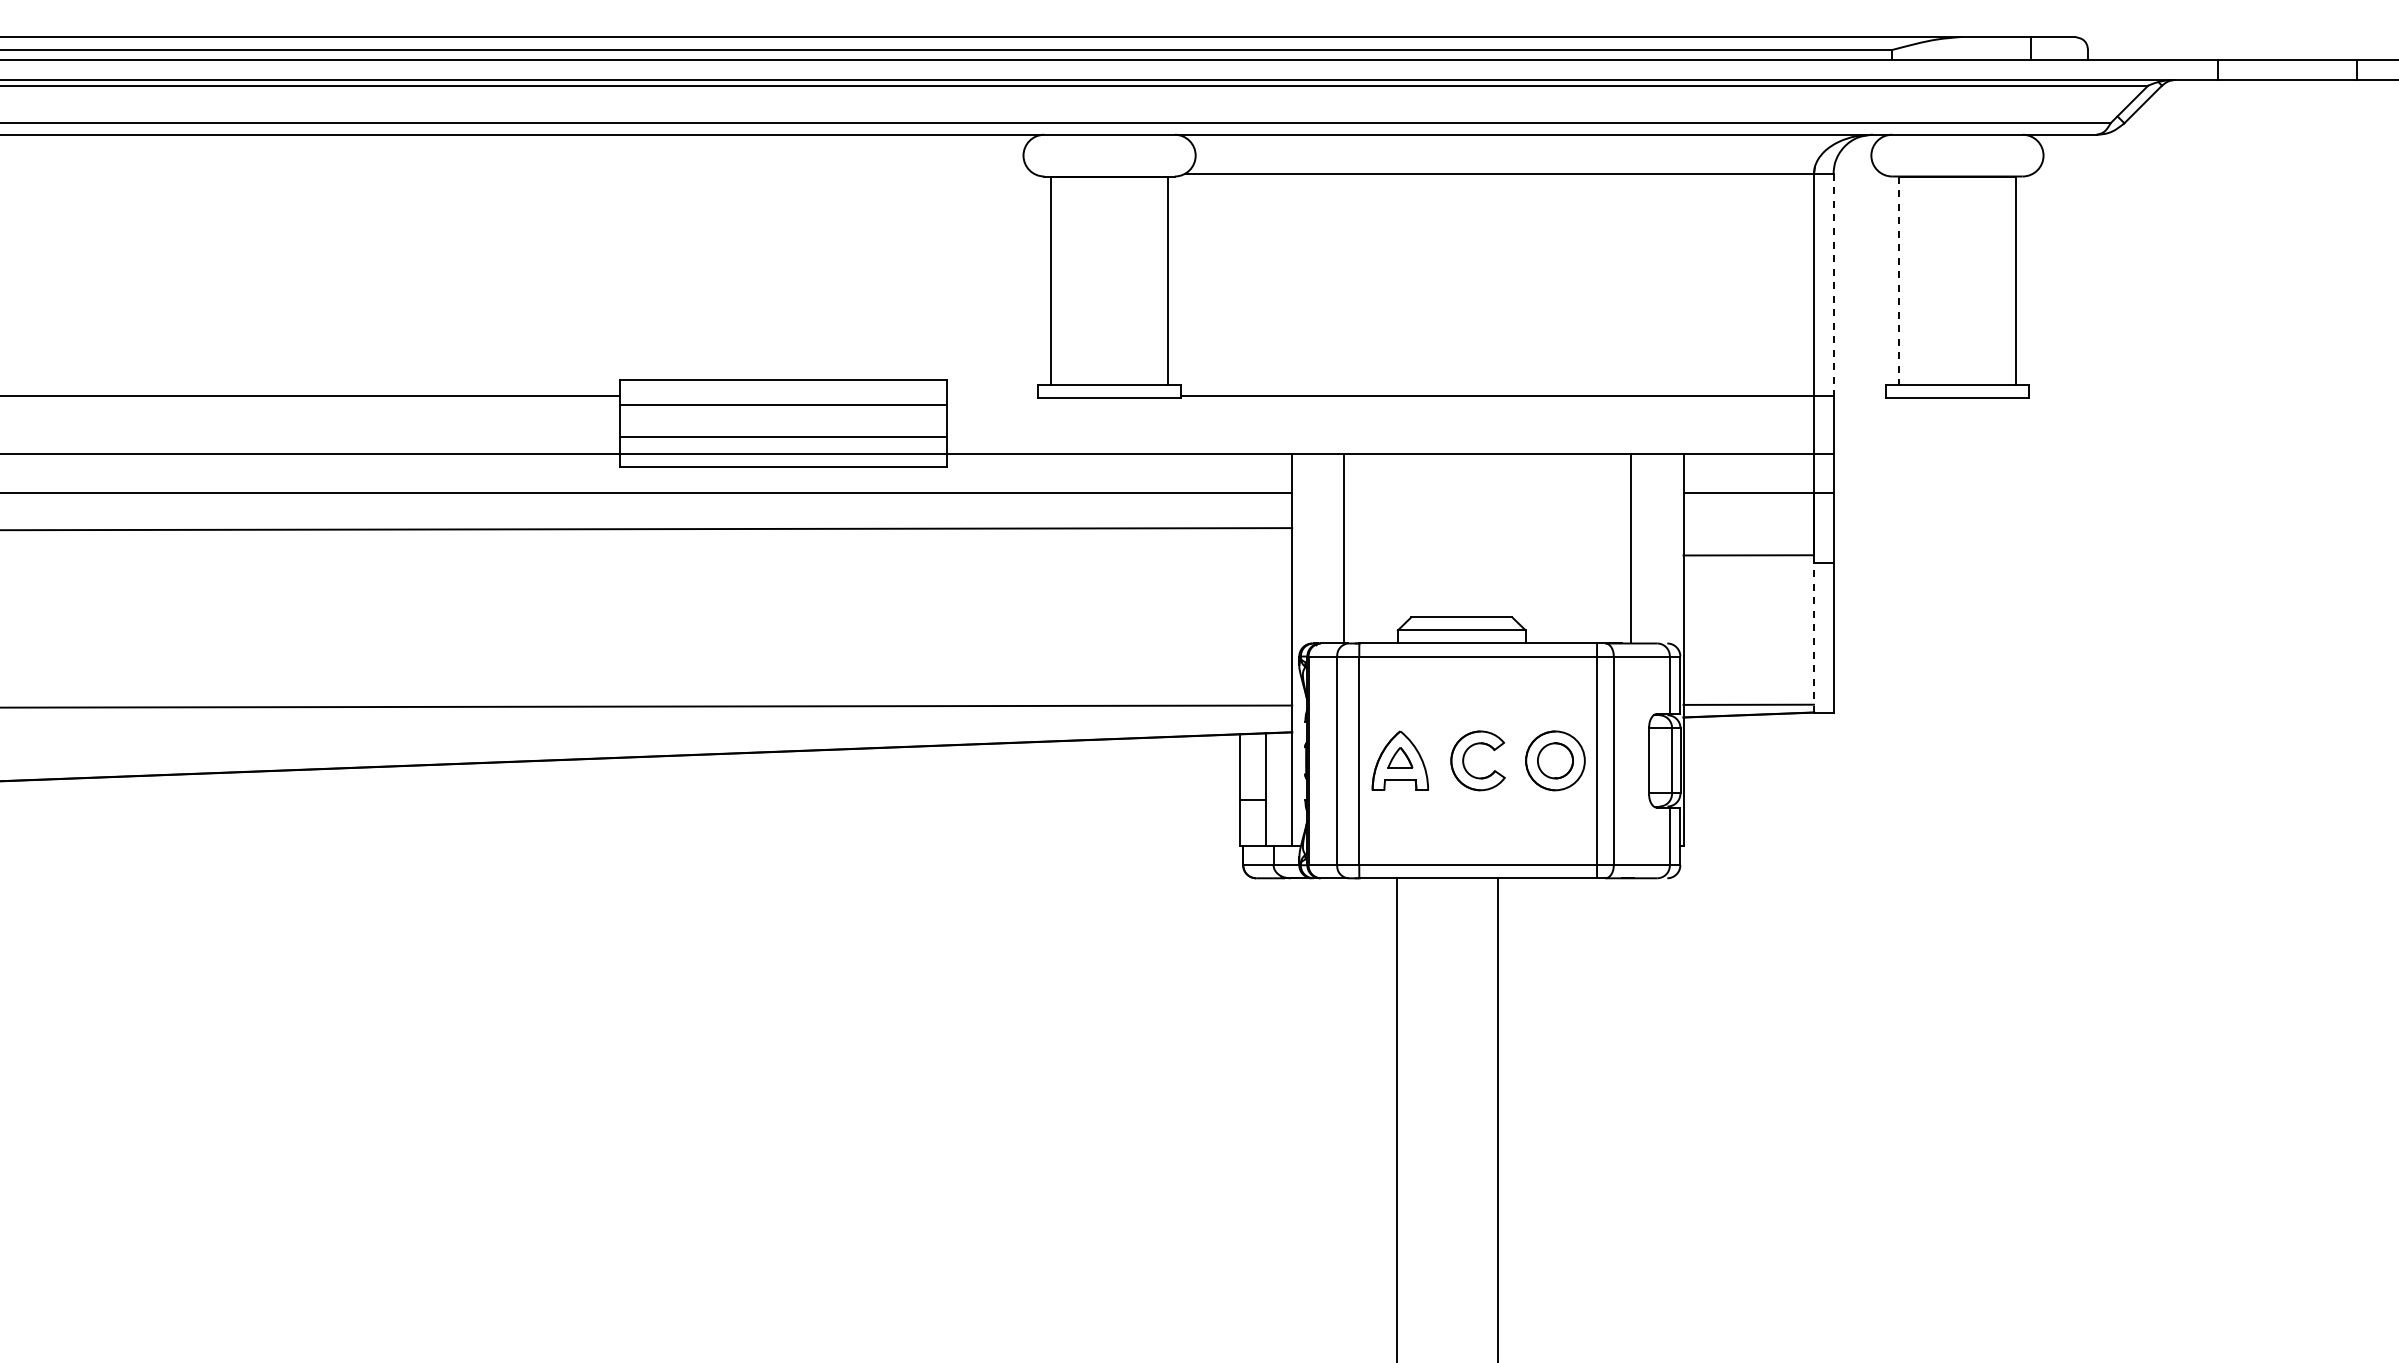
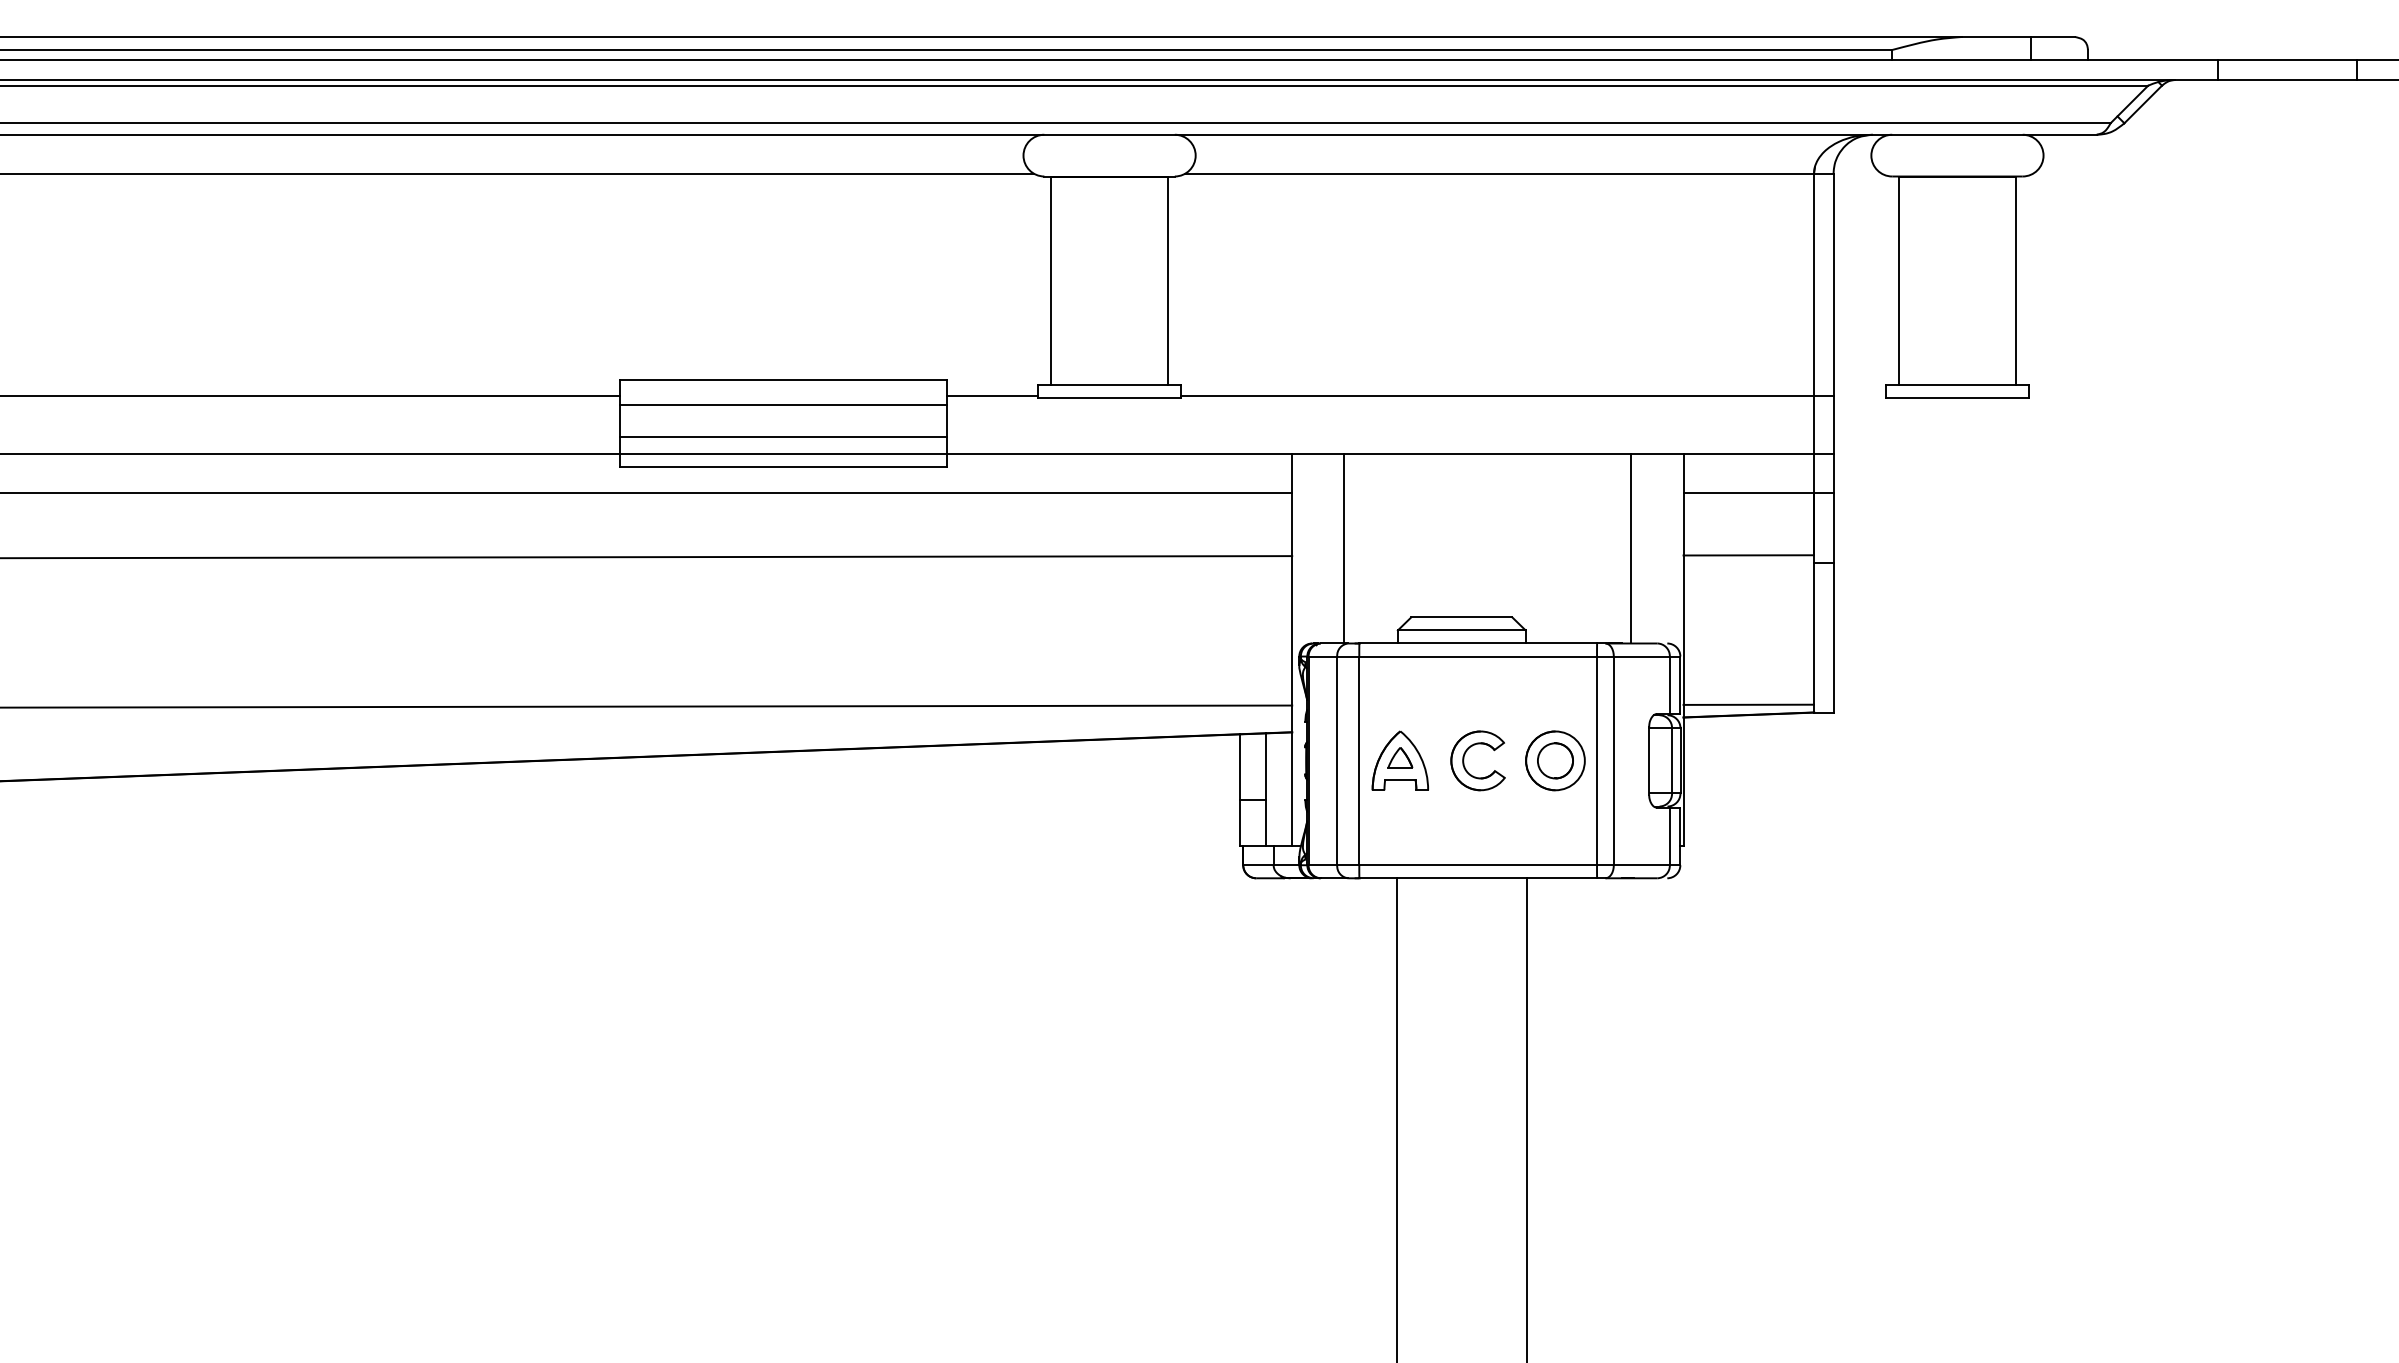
line at (518, 173): none -> present
line at (1898, 281): dashed -> solid
line at (1833, 284): dashed -> solid
line at (991, 395): none -> present
line at (647, 529) position: (647, 529) -> (647, 557)
line at (1813, 637): dashed -> solid
line at (1498, 1118) position: (1498, 1118) -> (1527, 1118)
